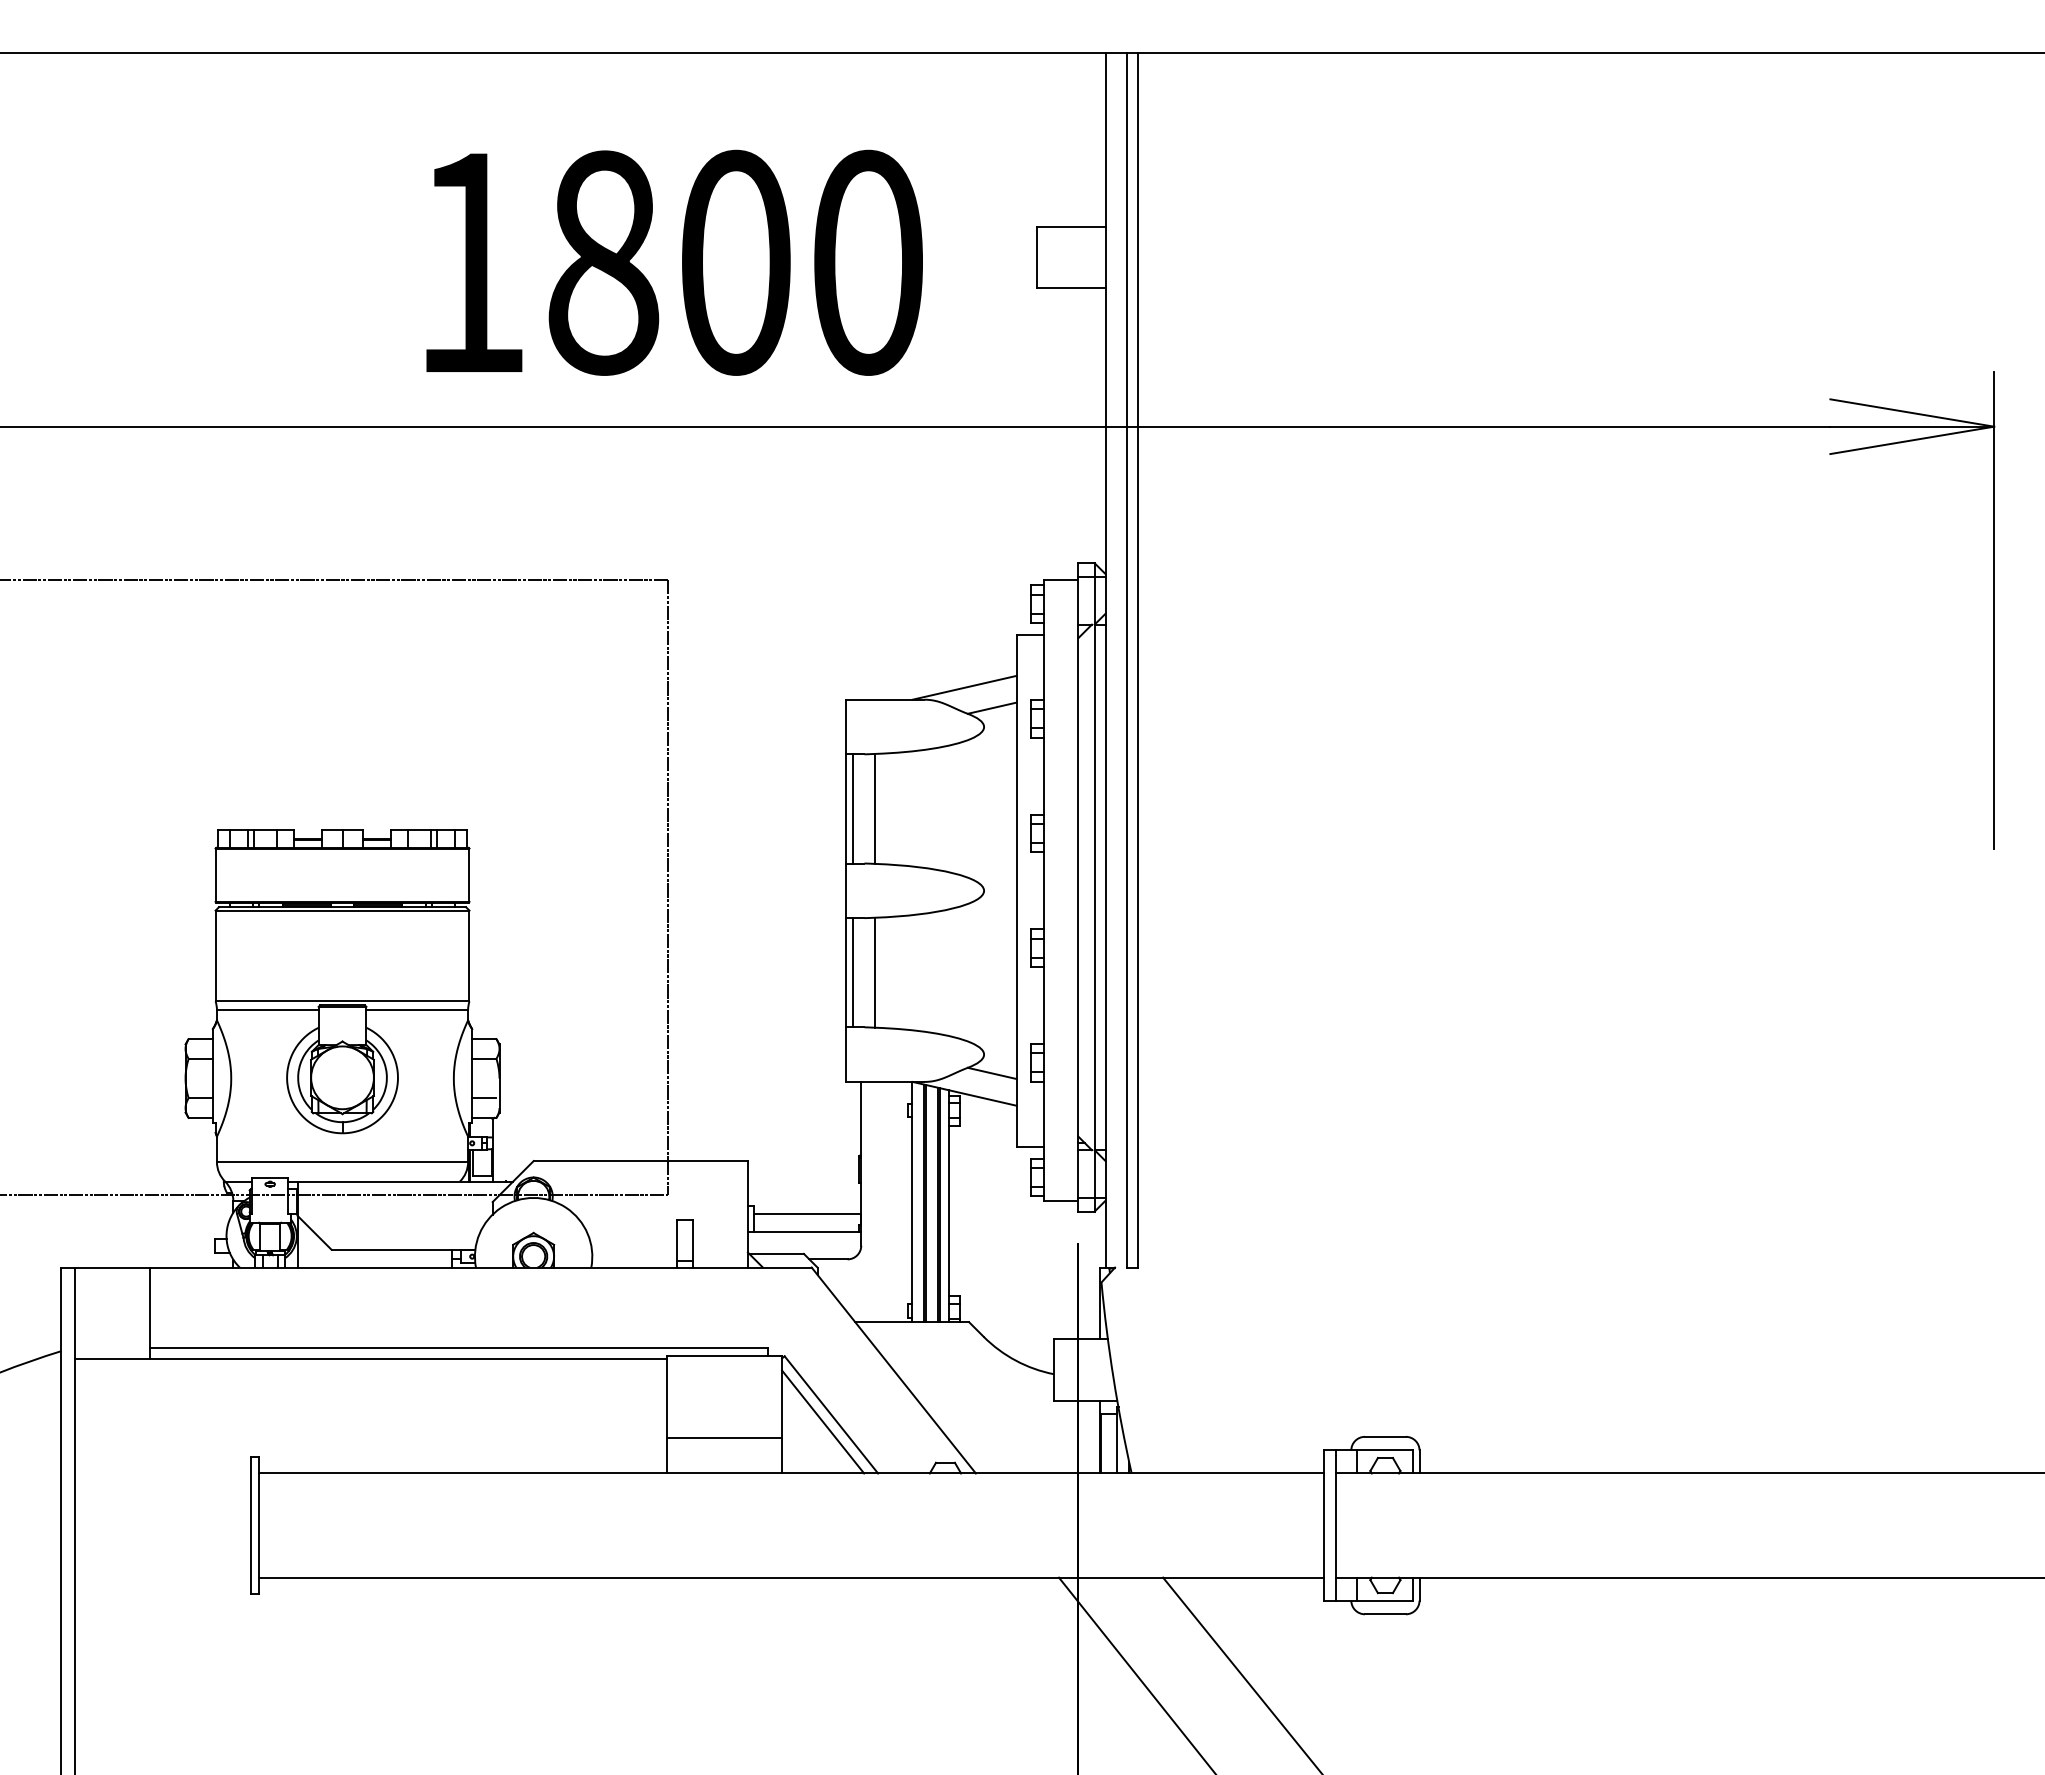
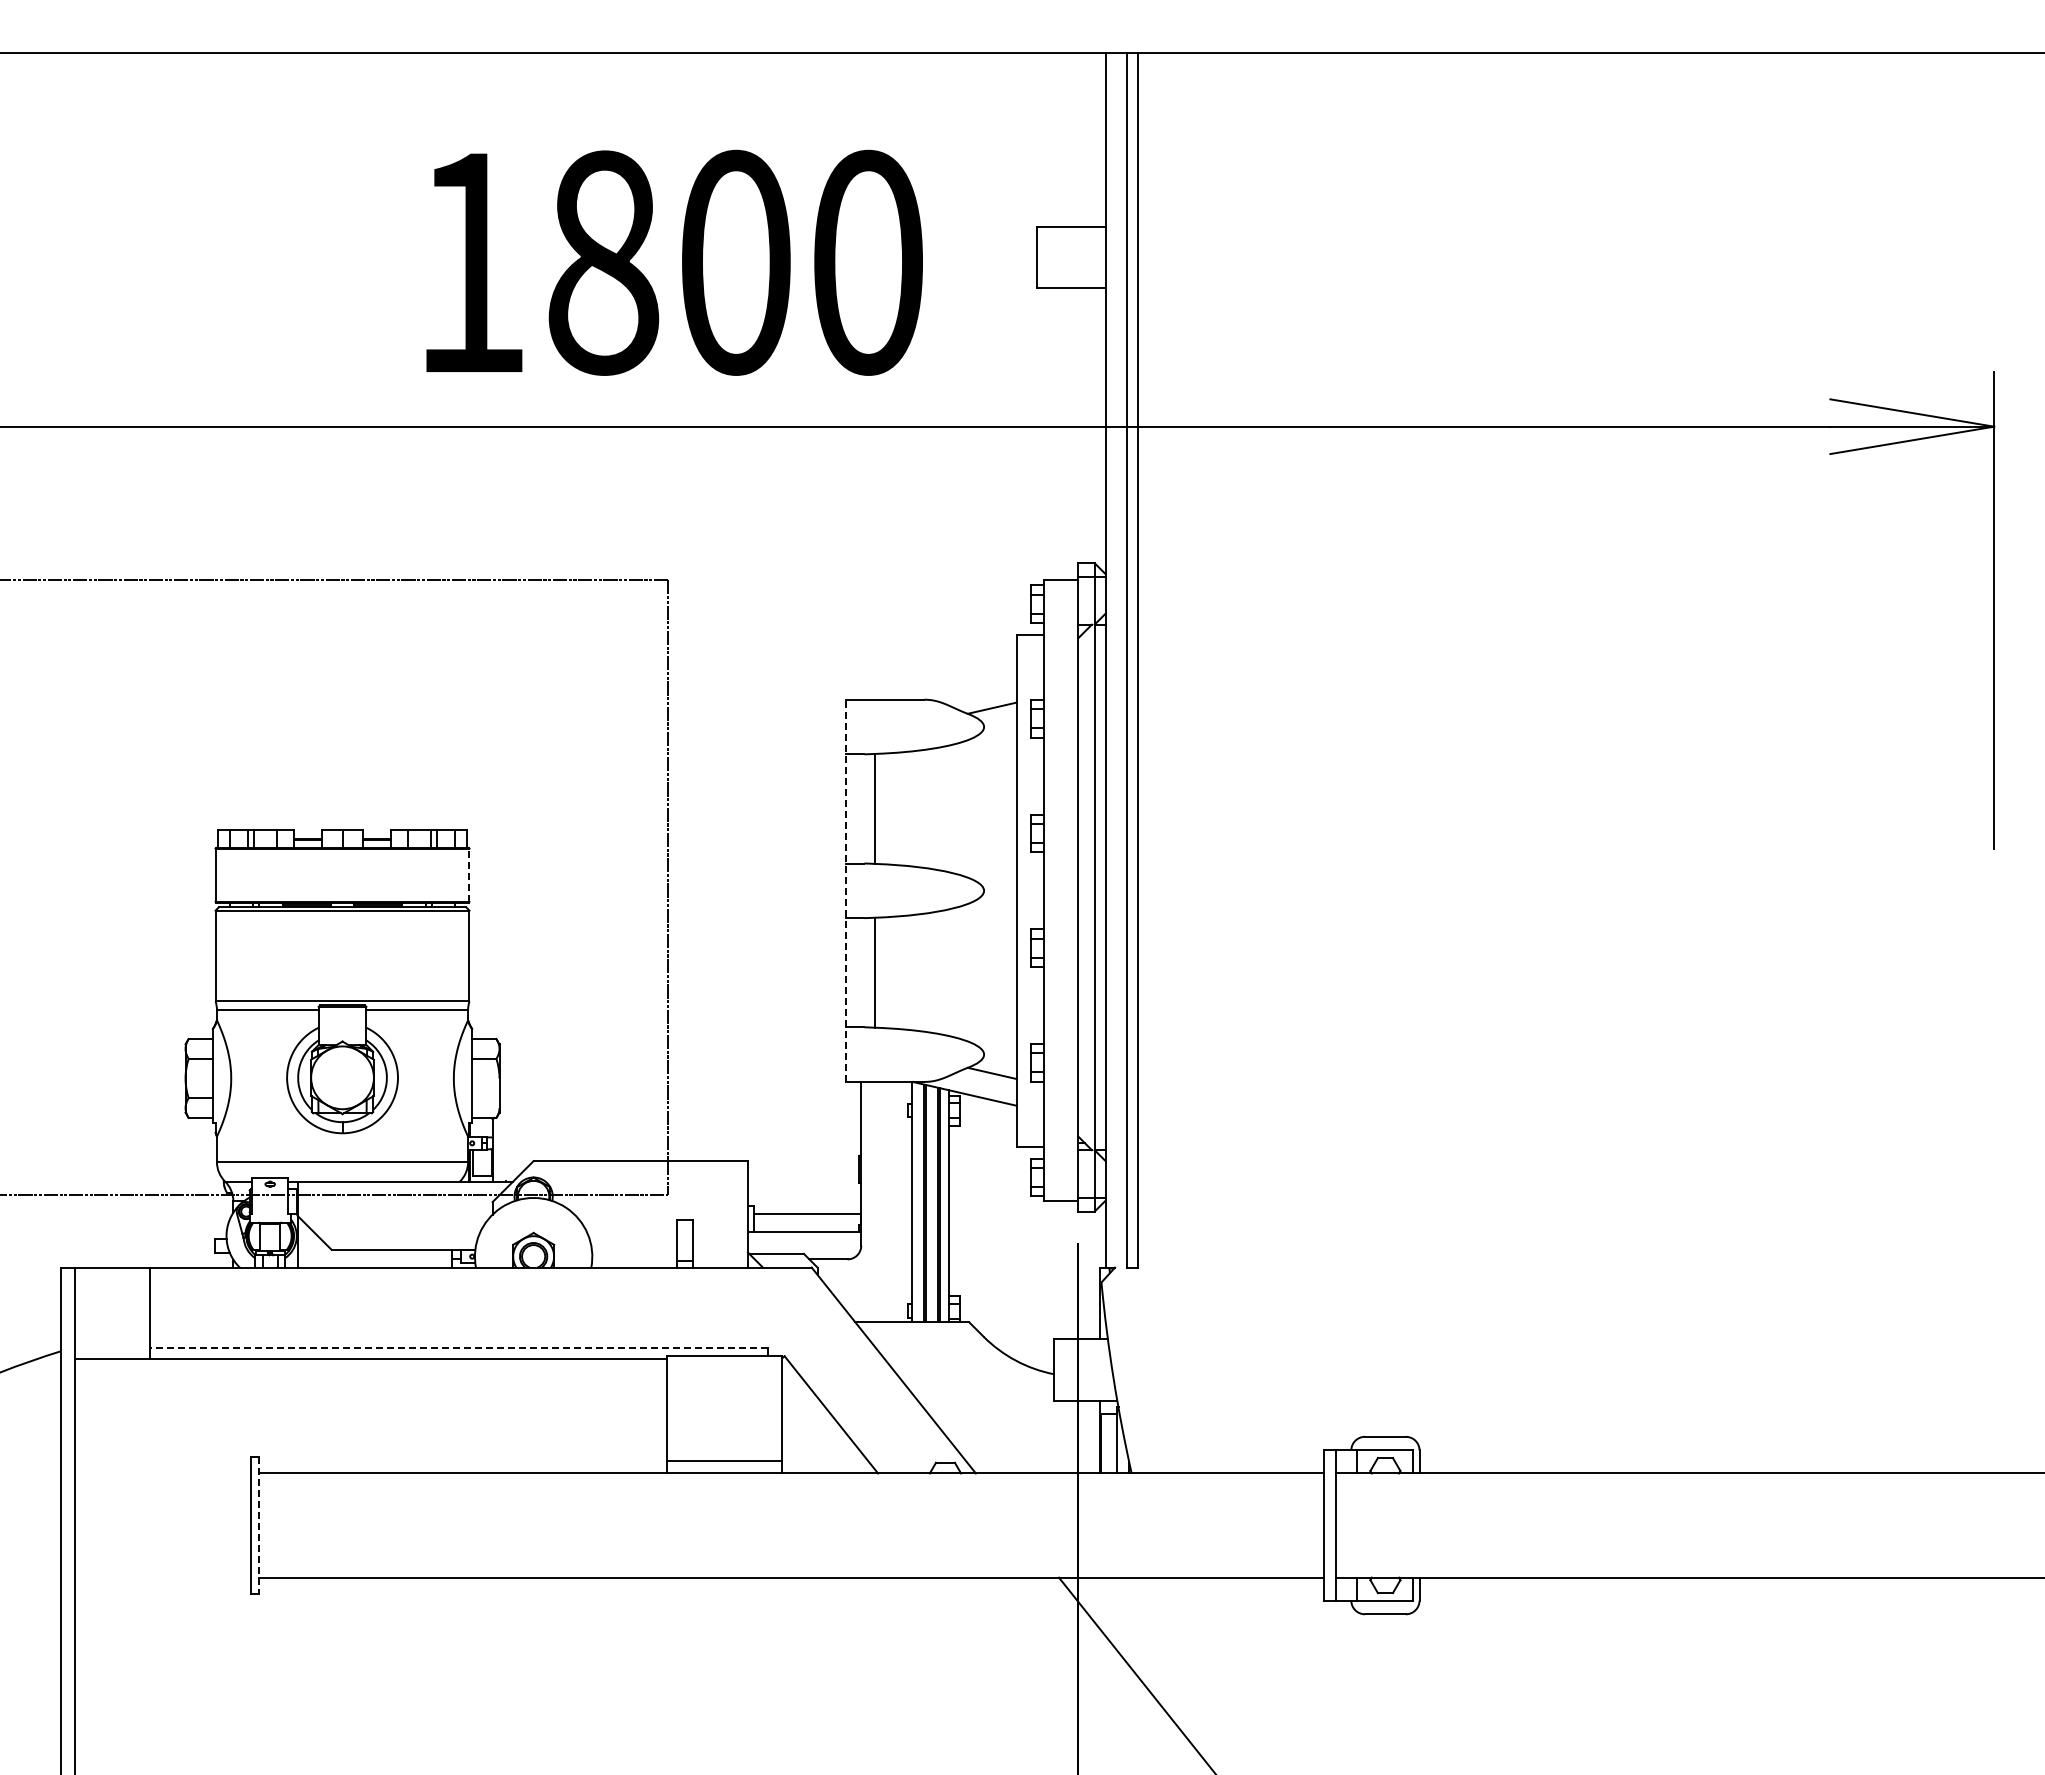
line at (964, 687): present -> none
line at (853, 808): present -> none
line at (469, 875): solid -> dashed
line at (846, 890): solid -> dashed
line at (853, 972): present -> none
line at (484, 1098): present -> none
line at (458, 1348): solid -> dashed
line at (823, 1421): present -> none
line at (724, 1438) position: (724, 1438) -> (724, 1461)
line at (259, 1526): solid -> dashed
line at (1241, 1674): present -> none
